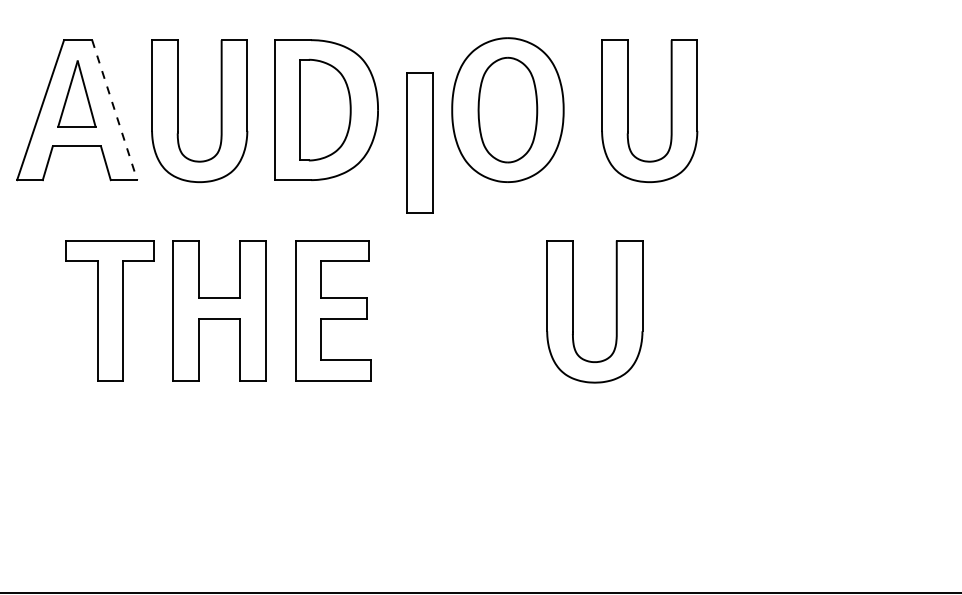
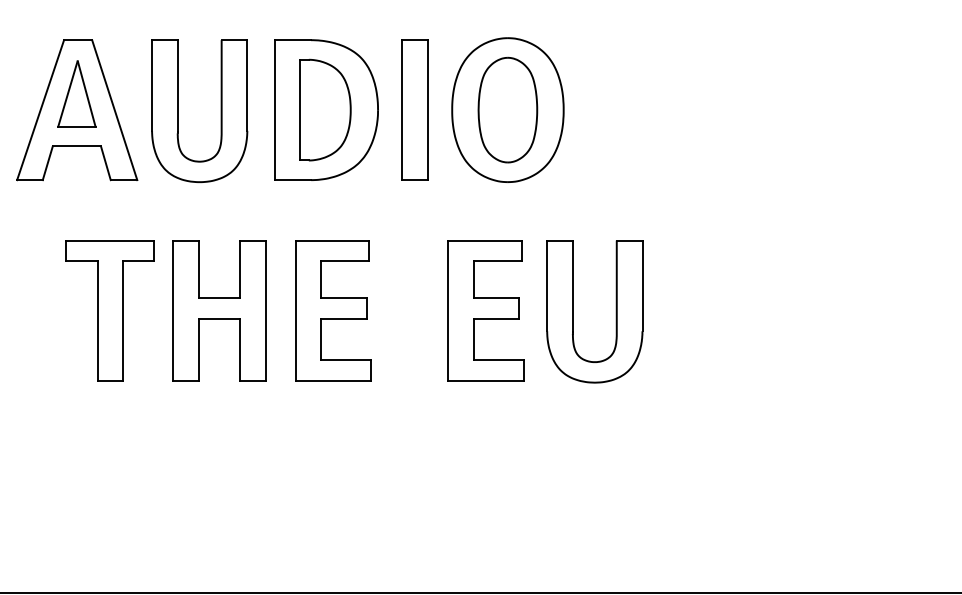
line at (114, 110): dashed -> solid
part at (628, 110): present -> none
part at (419, 142) position: (419, 142) -> (414, 109)
part at (485, 310): none -> present
